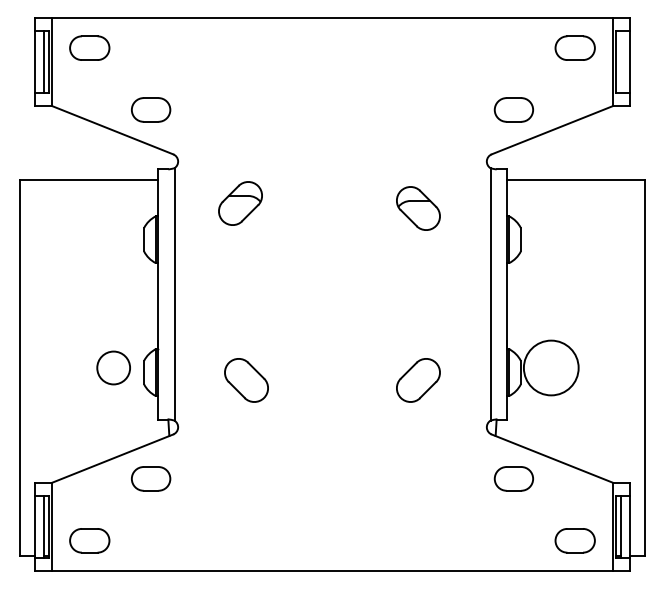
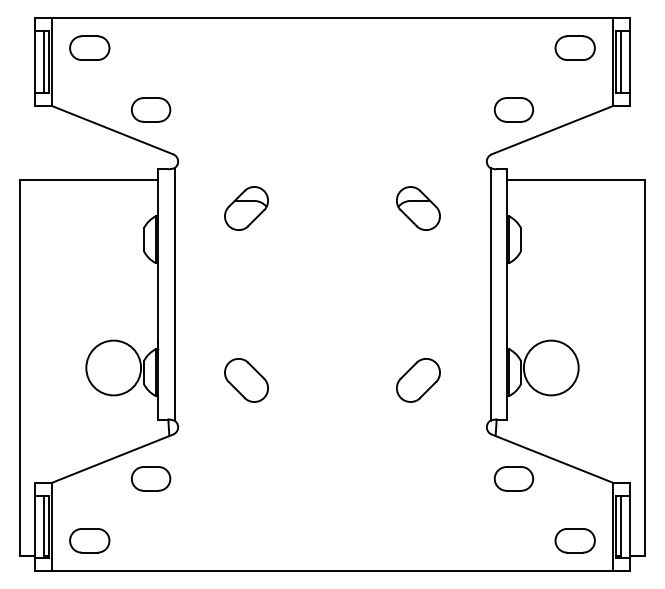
line at (620, 61): none -> present
part at (240, 203) position: (240, 203) -> (246, 208)
circle at (113, 367) diameter: 33 px -> 55 px
